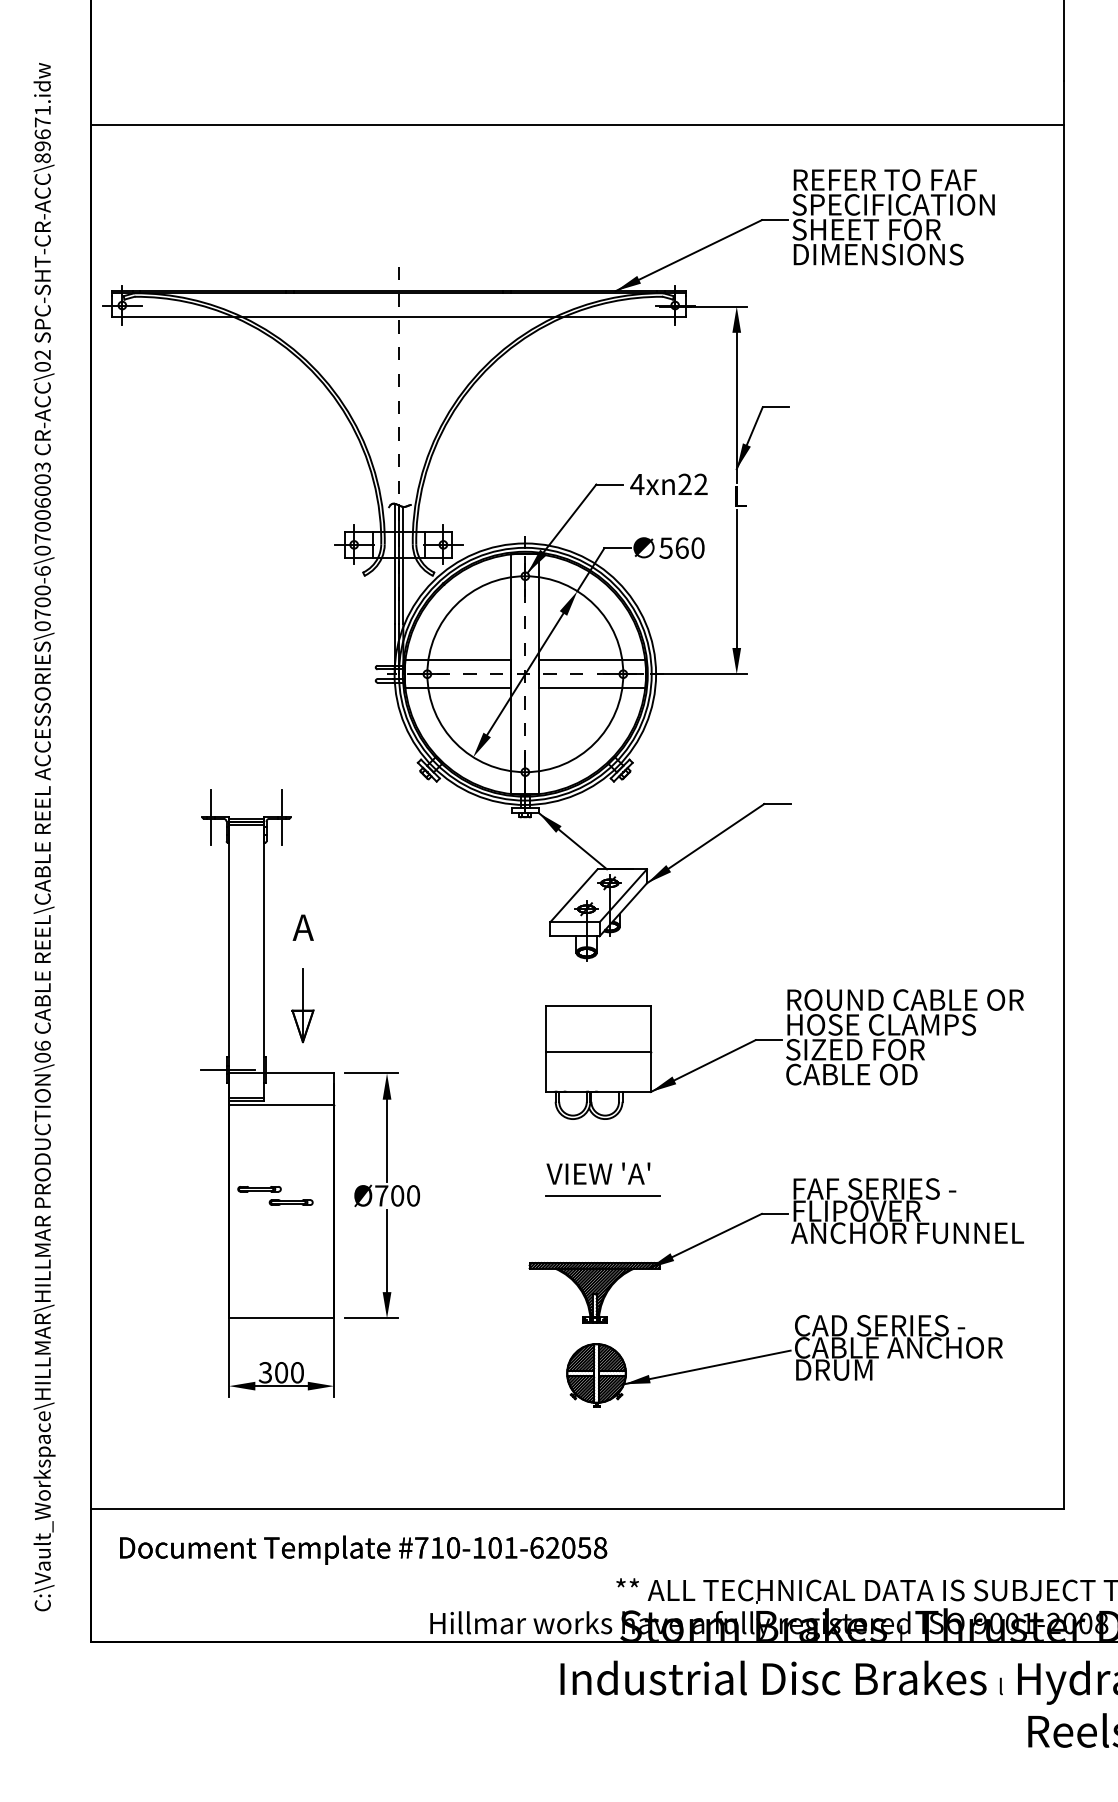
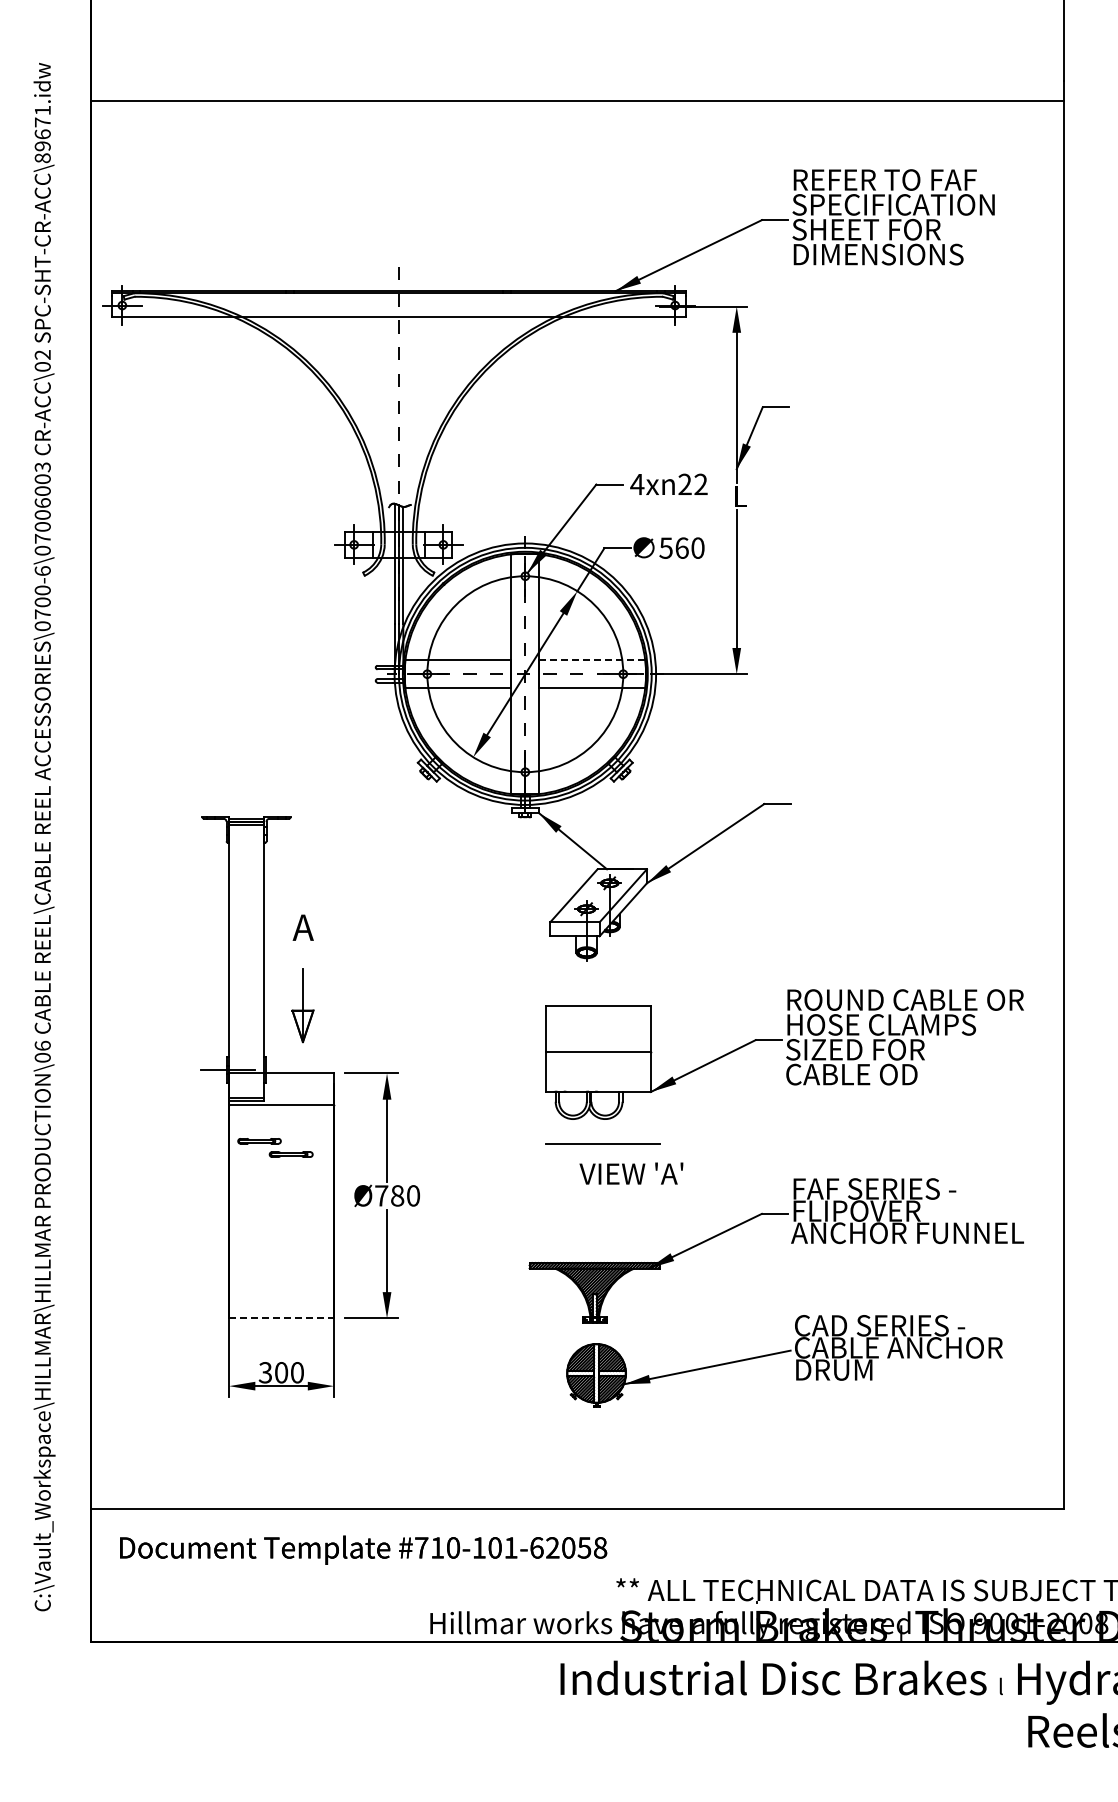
line at (577, 125) position: (577, 125) -> (577, 101)
line at (593, 660): solid -> dashed
line at (211, 817): present -> none
line at (281, 817): present -> none
text at (598, 1173) position: (598, 1173) -> (631, 1173)
part at (275, 1195) position: (275, 1195) -> (275, 1147)
text at (397, 1195): Ø700 -> Ø780
line at (602, 1195) position: (602, 1195) -> (602, 1143)
line at (282, 1318): solid -> dashed
